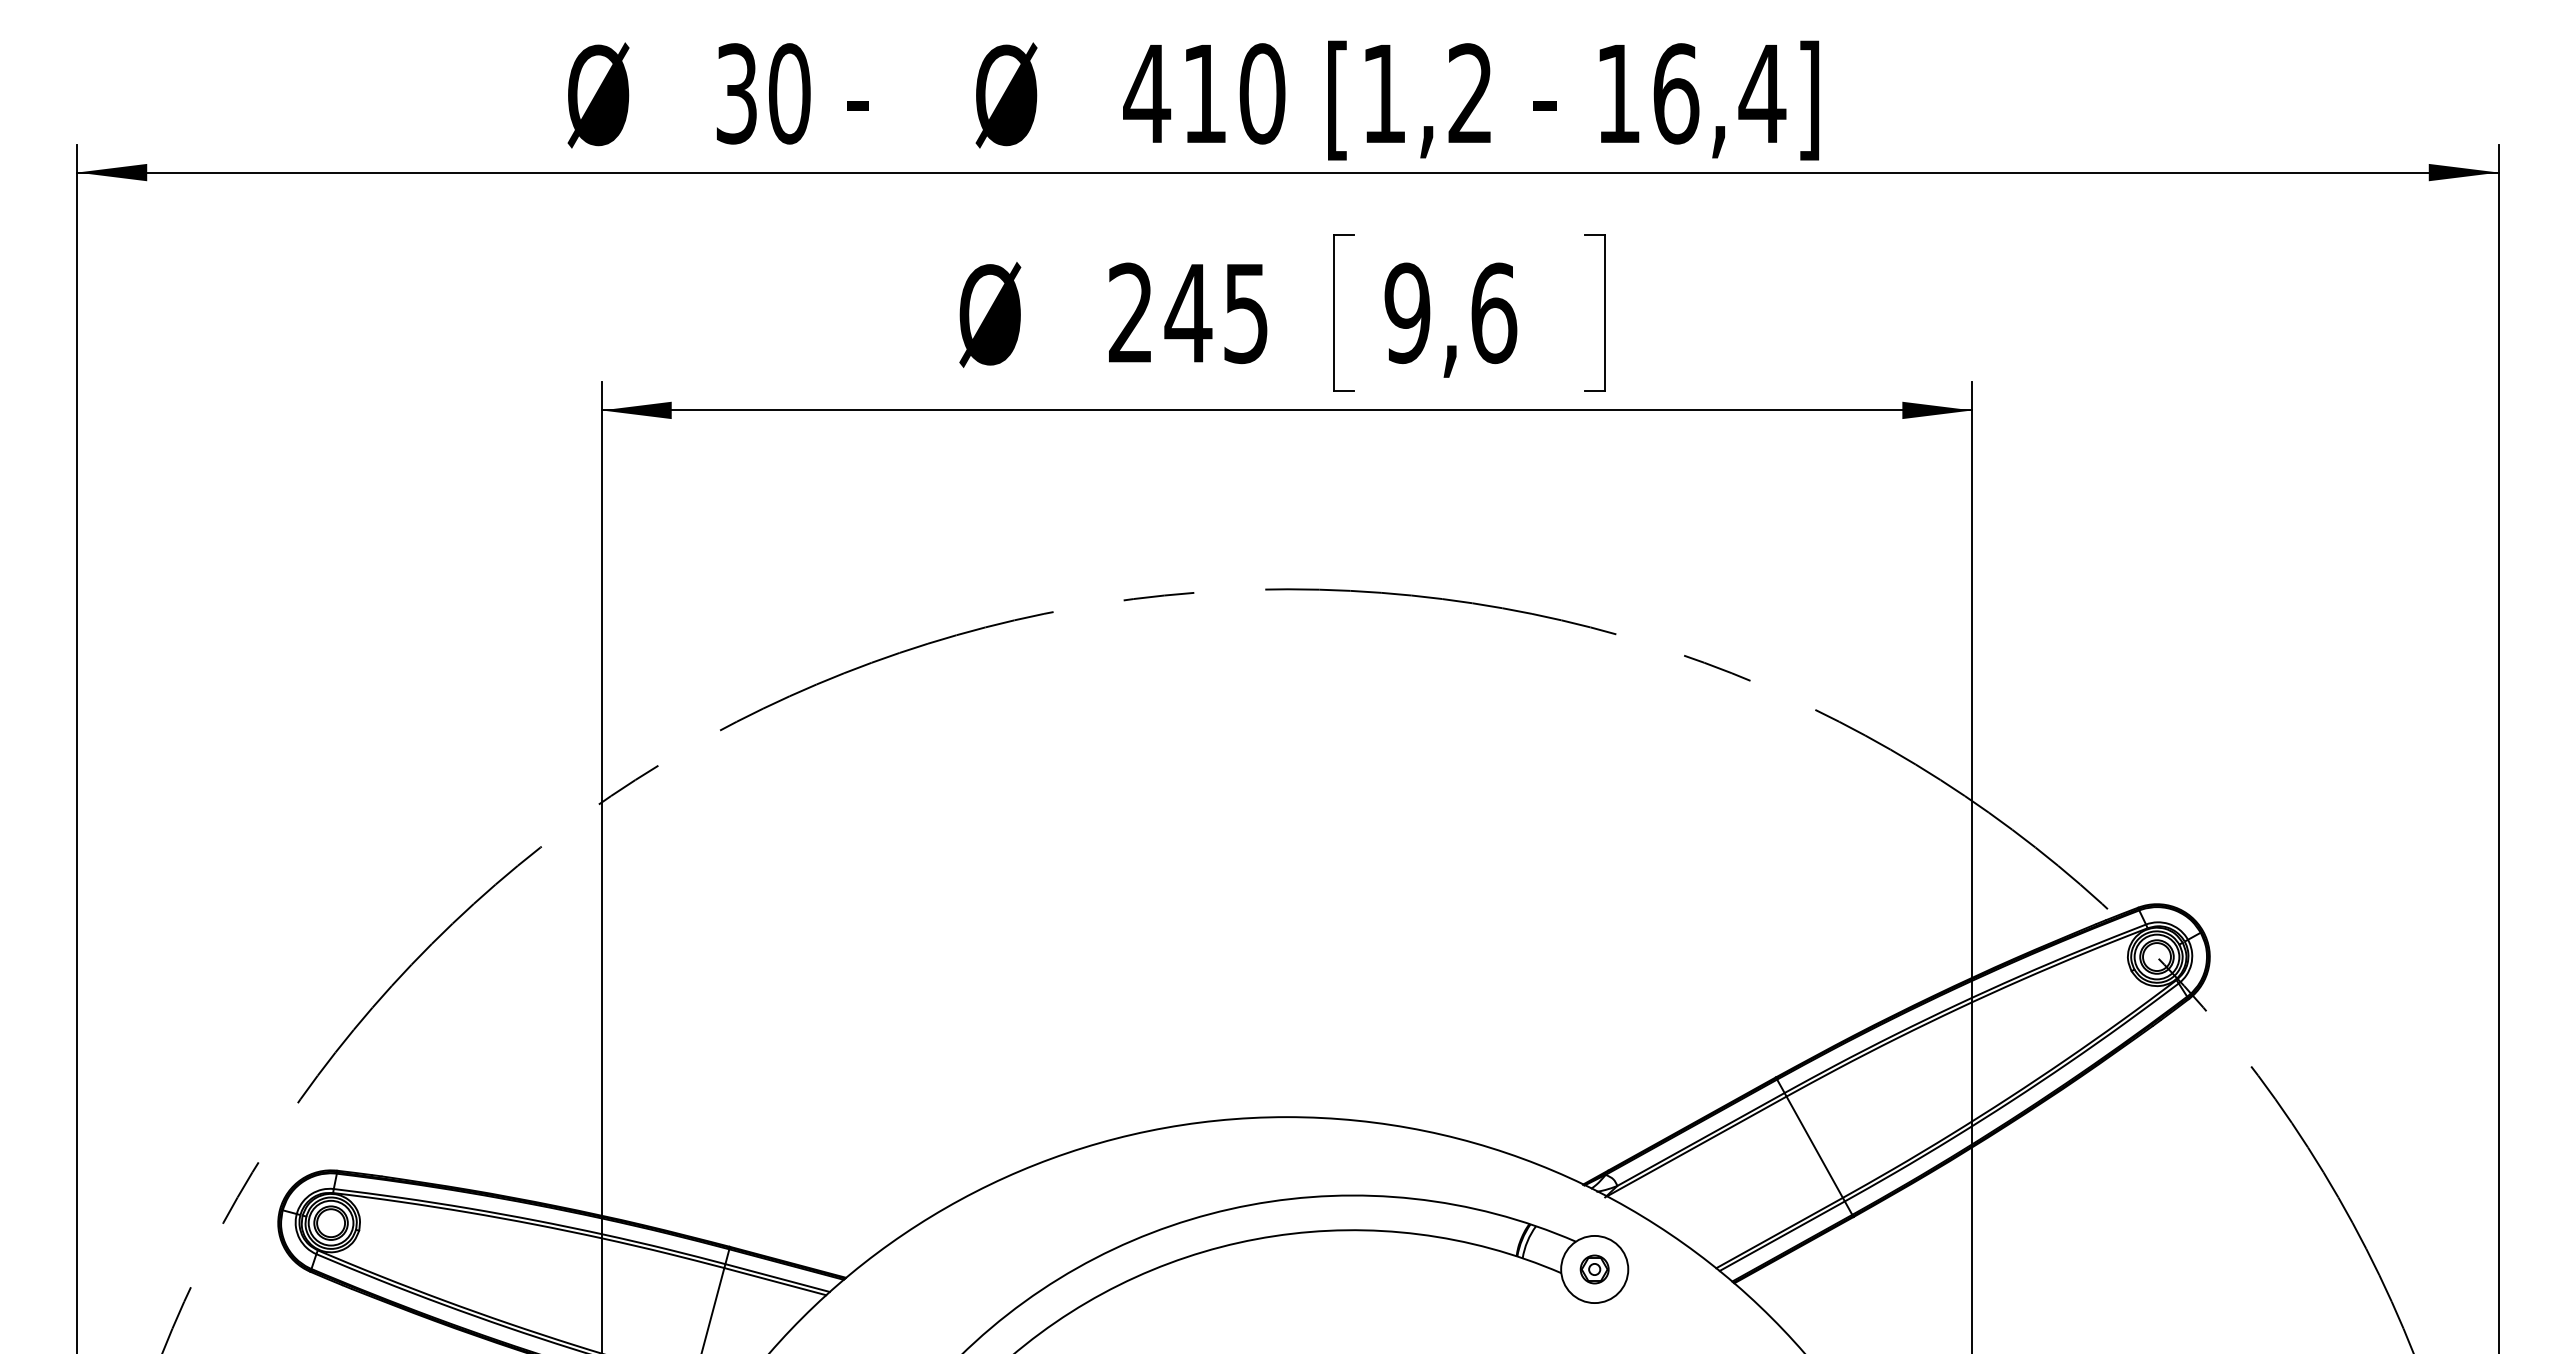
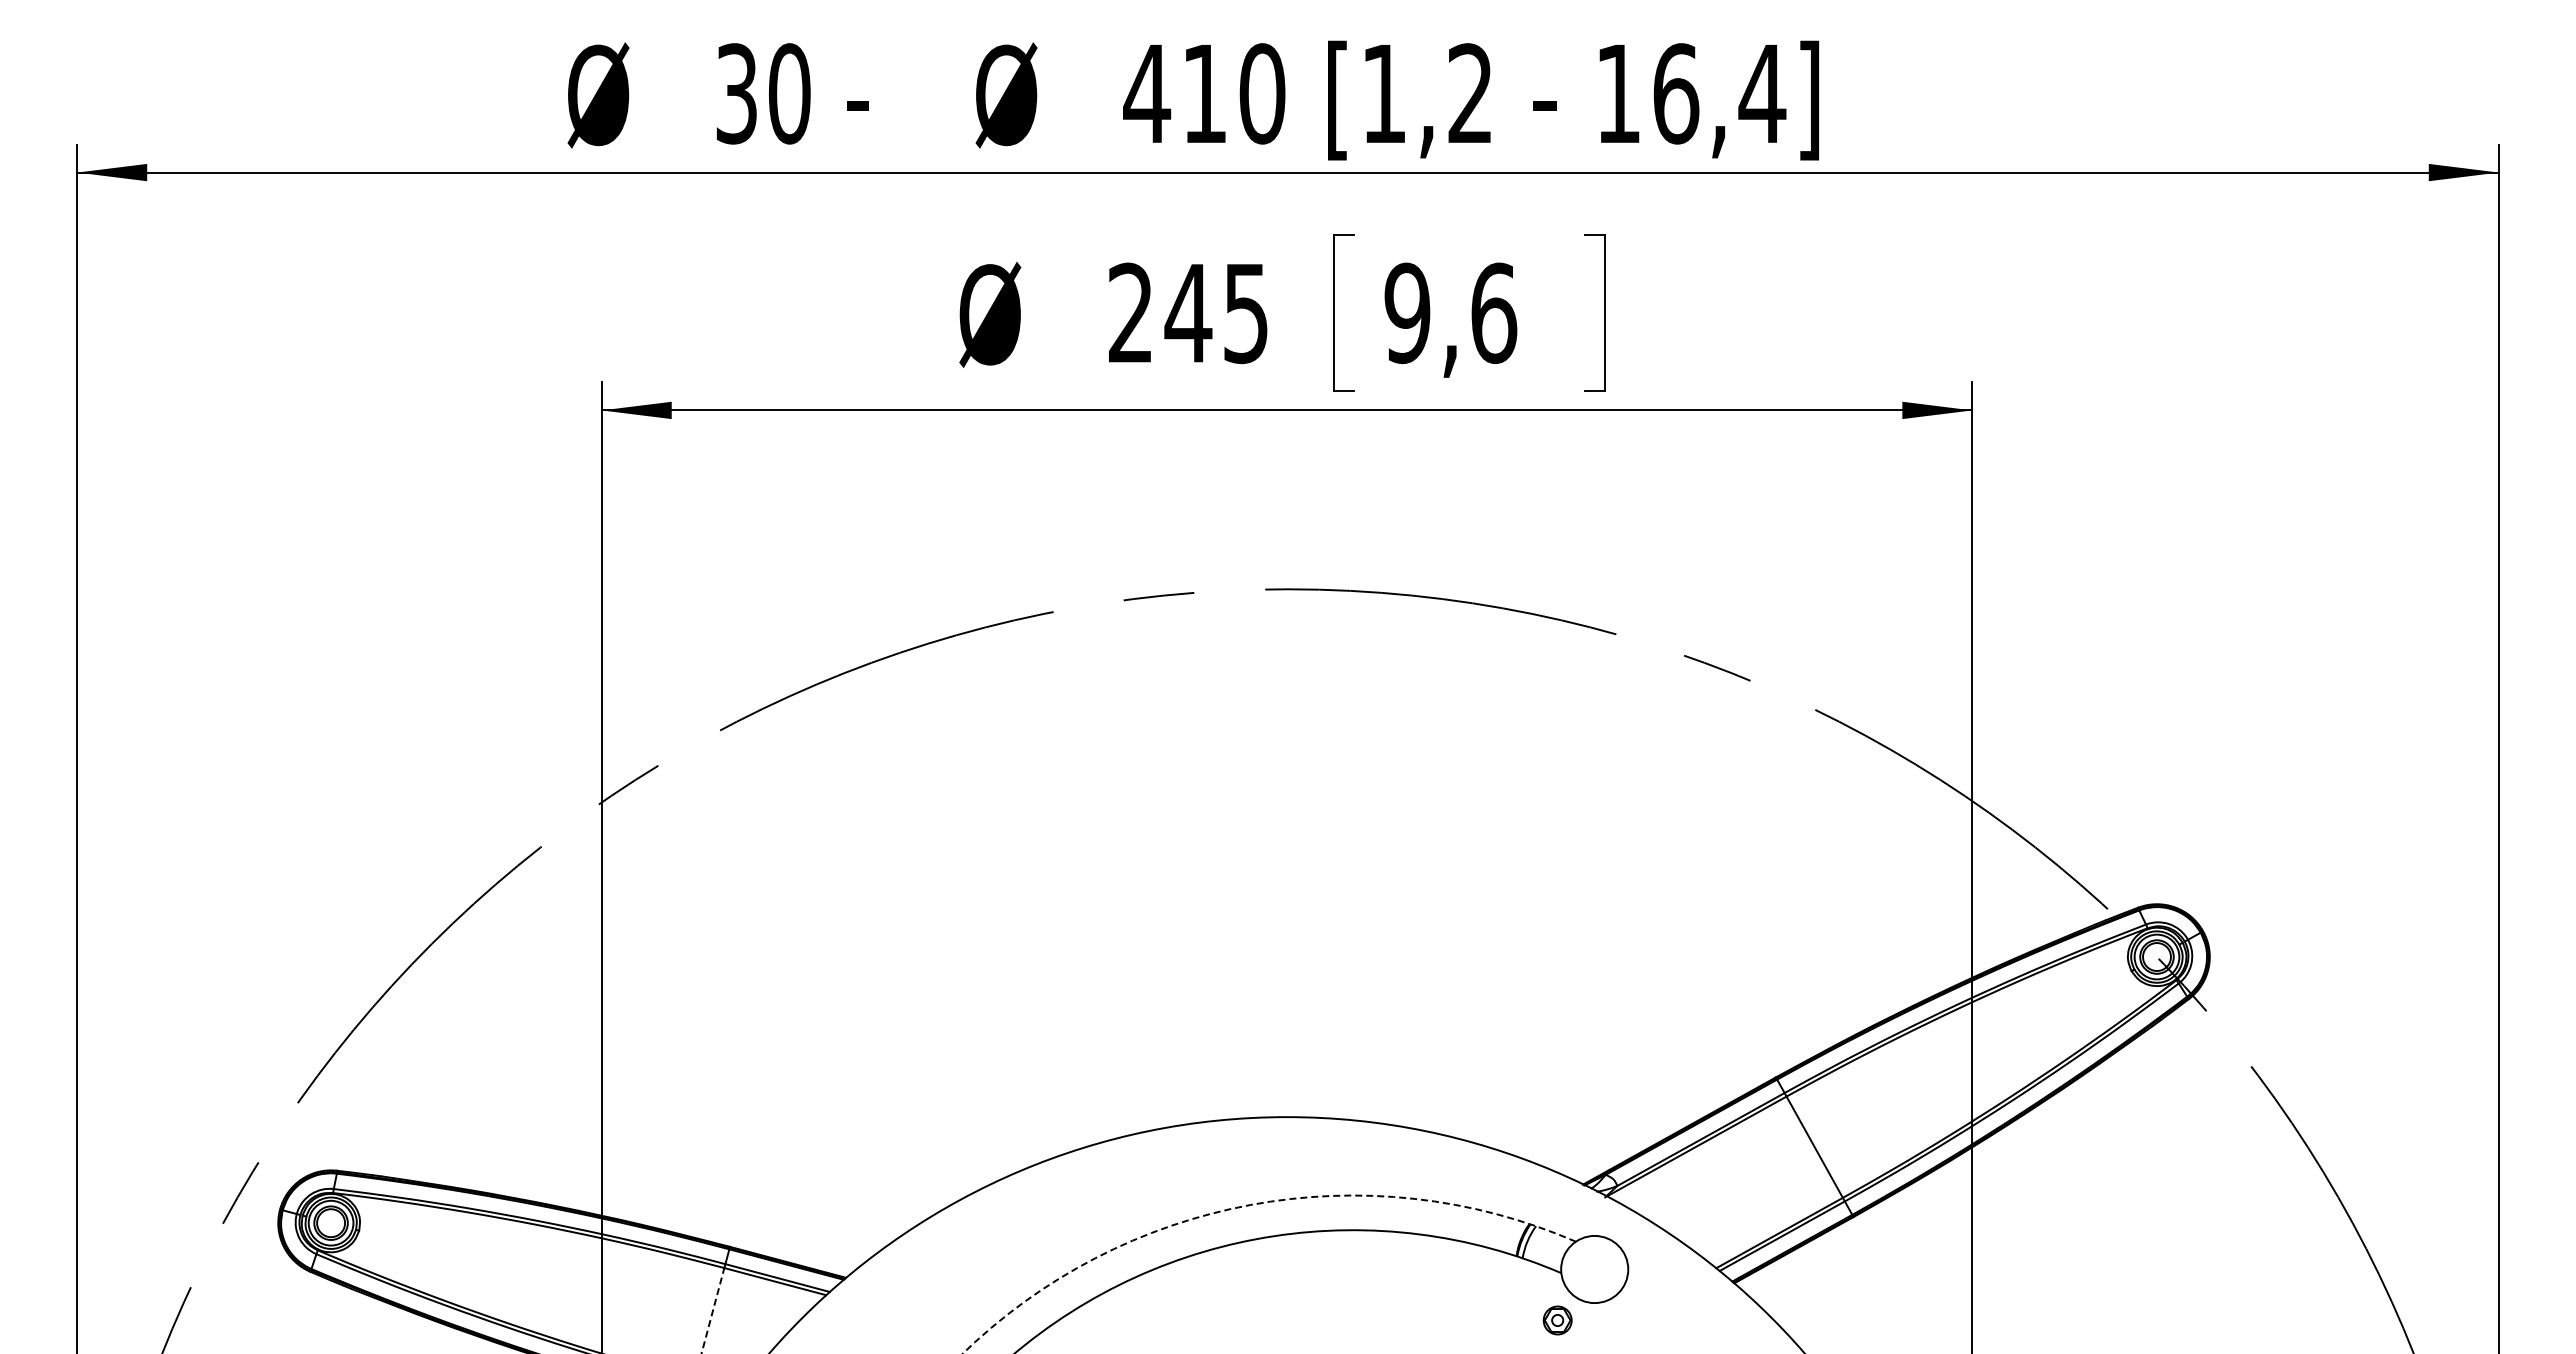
arc at (1252, 1204): solid -> dashed
part at (1594, 1269) position: (1594, 1269) -> (1557, 1320)
line at (713, 1310): solid -> dashed
